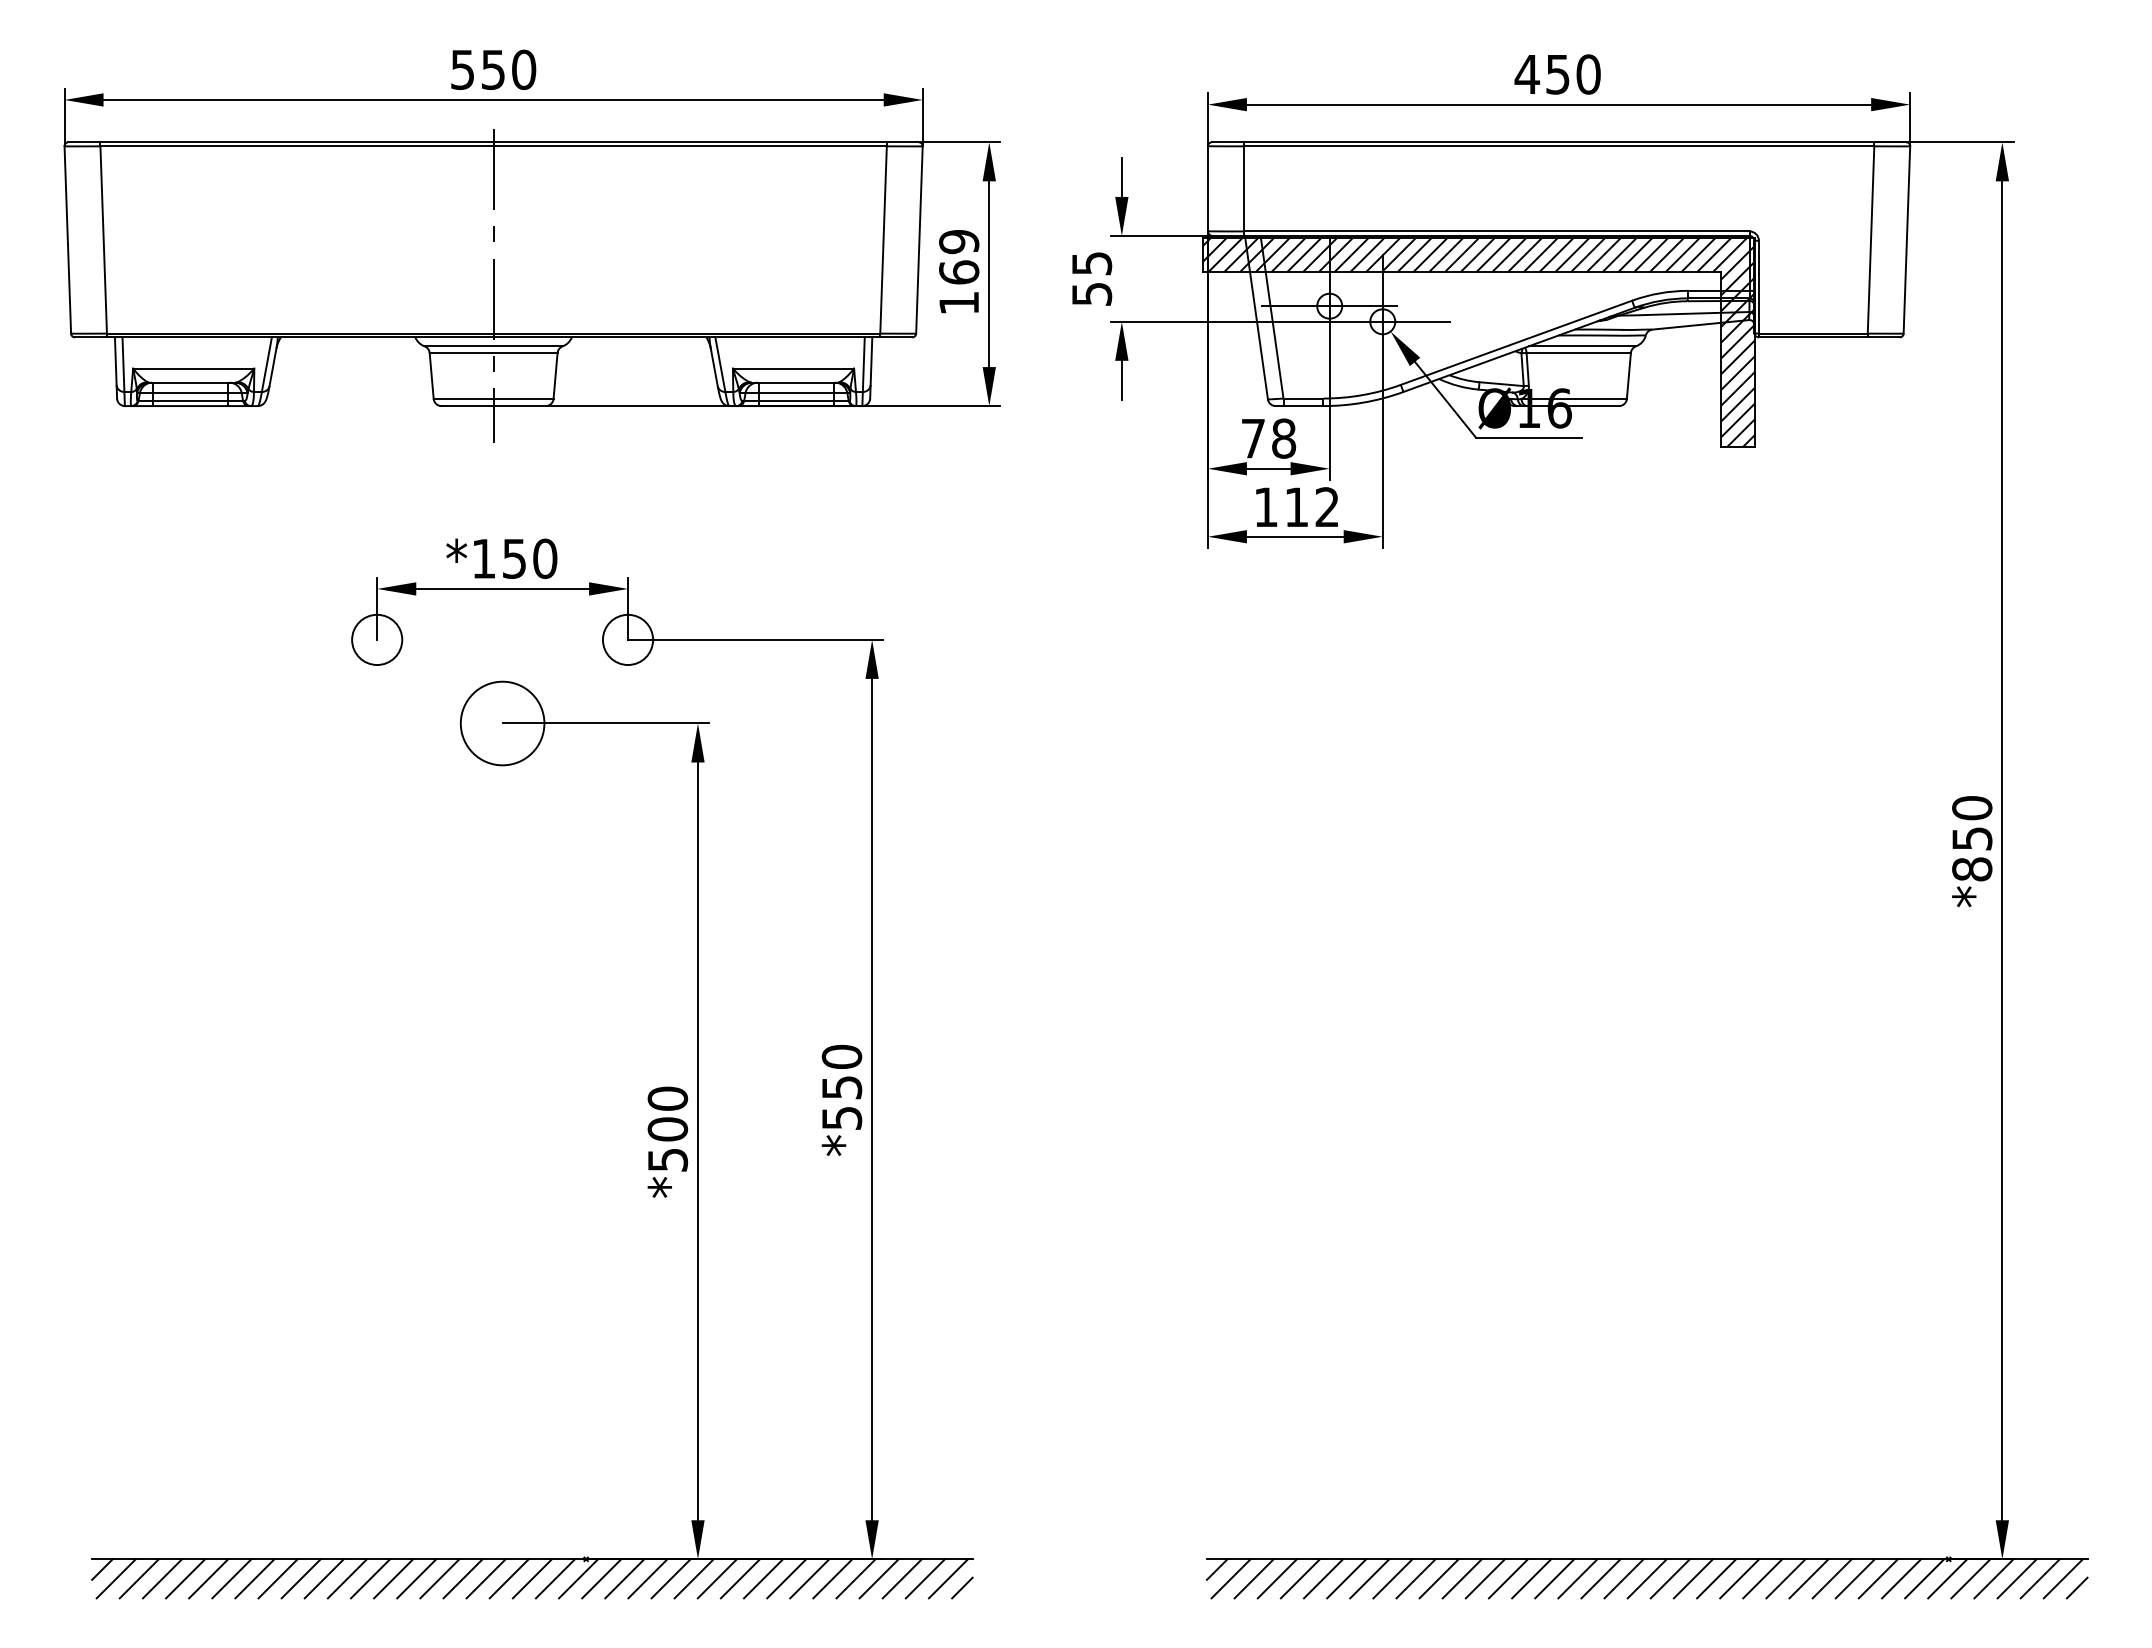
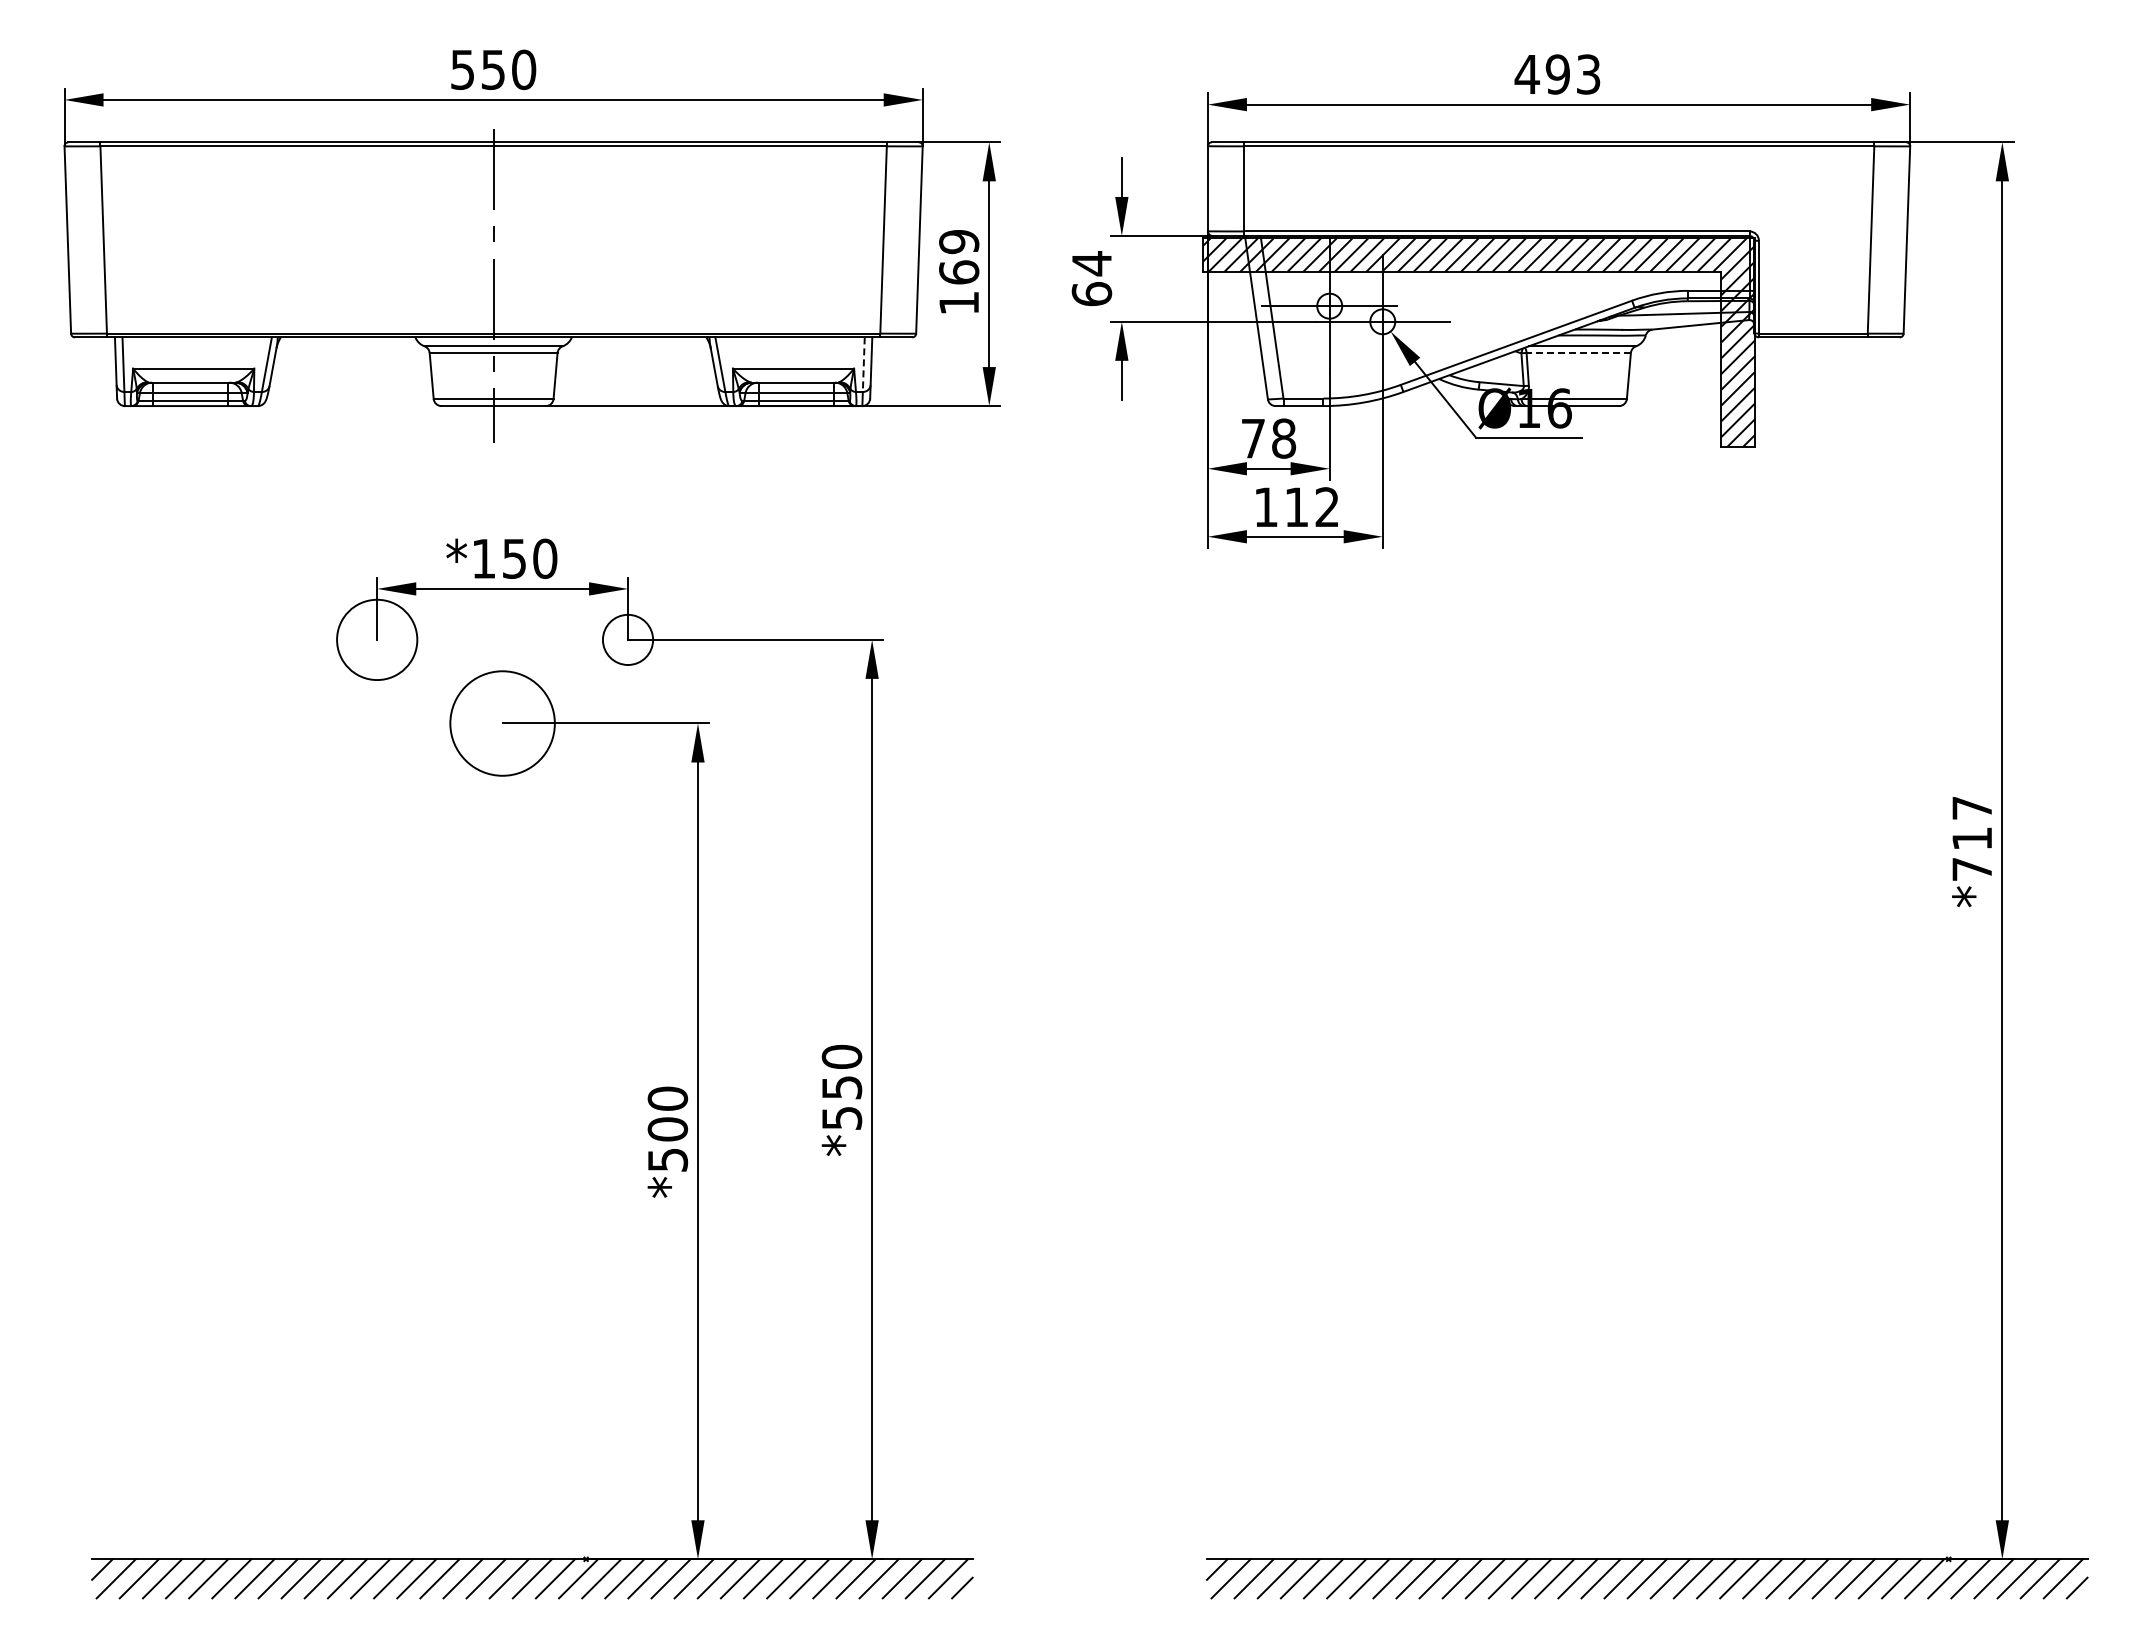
text at (1572, 74): 450 -> 493
text at (1091, 278): 55 -> 64
line at (1578, 353): solid -> dashed
line at (863, 365): solid -> dashed
circle at (377, 639) diameter: 50 px -> 80 px
circle at (502, 723) diameter: 84 px -> 105 px
text at (1972, 838): *850 -> *717
